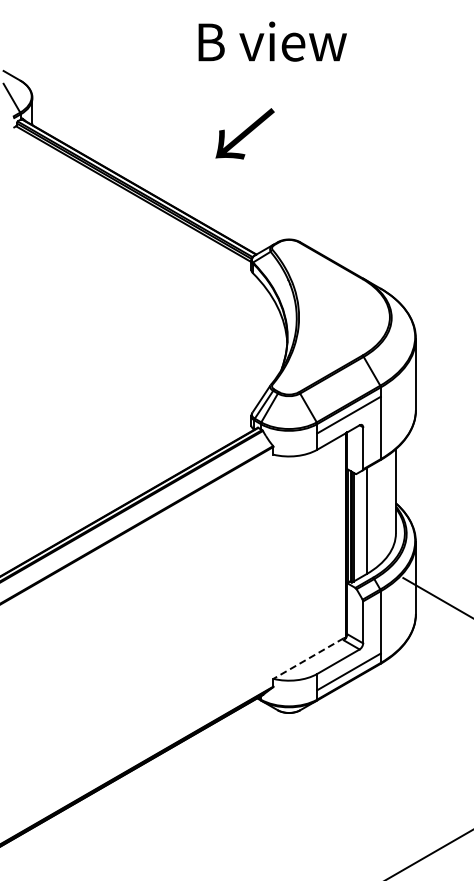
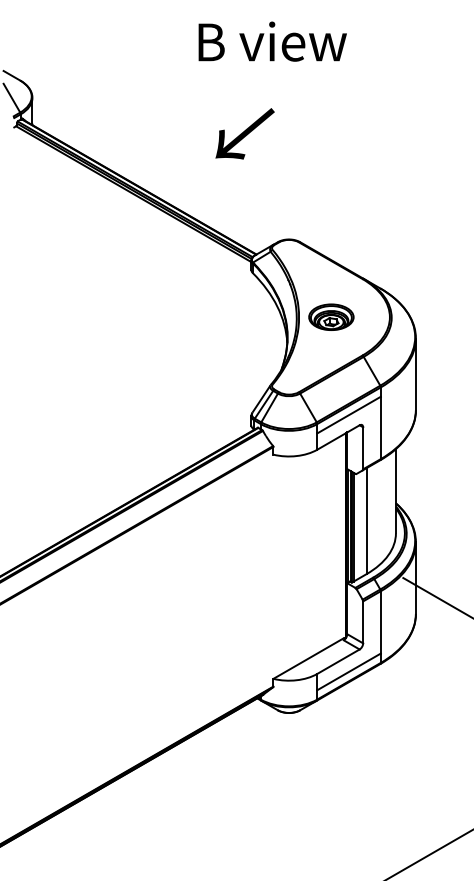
part at (331, 316): none -> present
line at (308, 658): dashed -> solid
